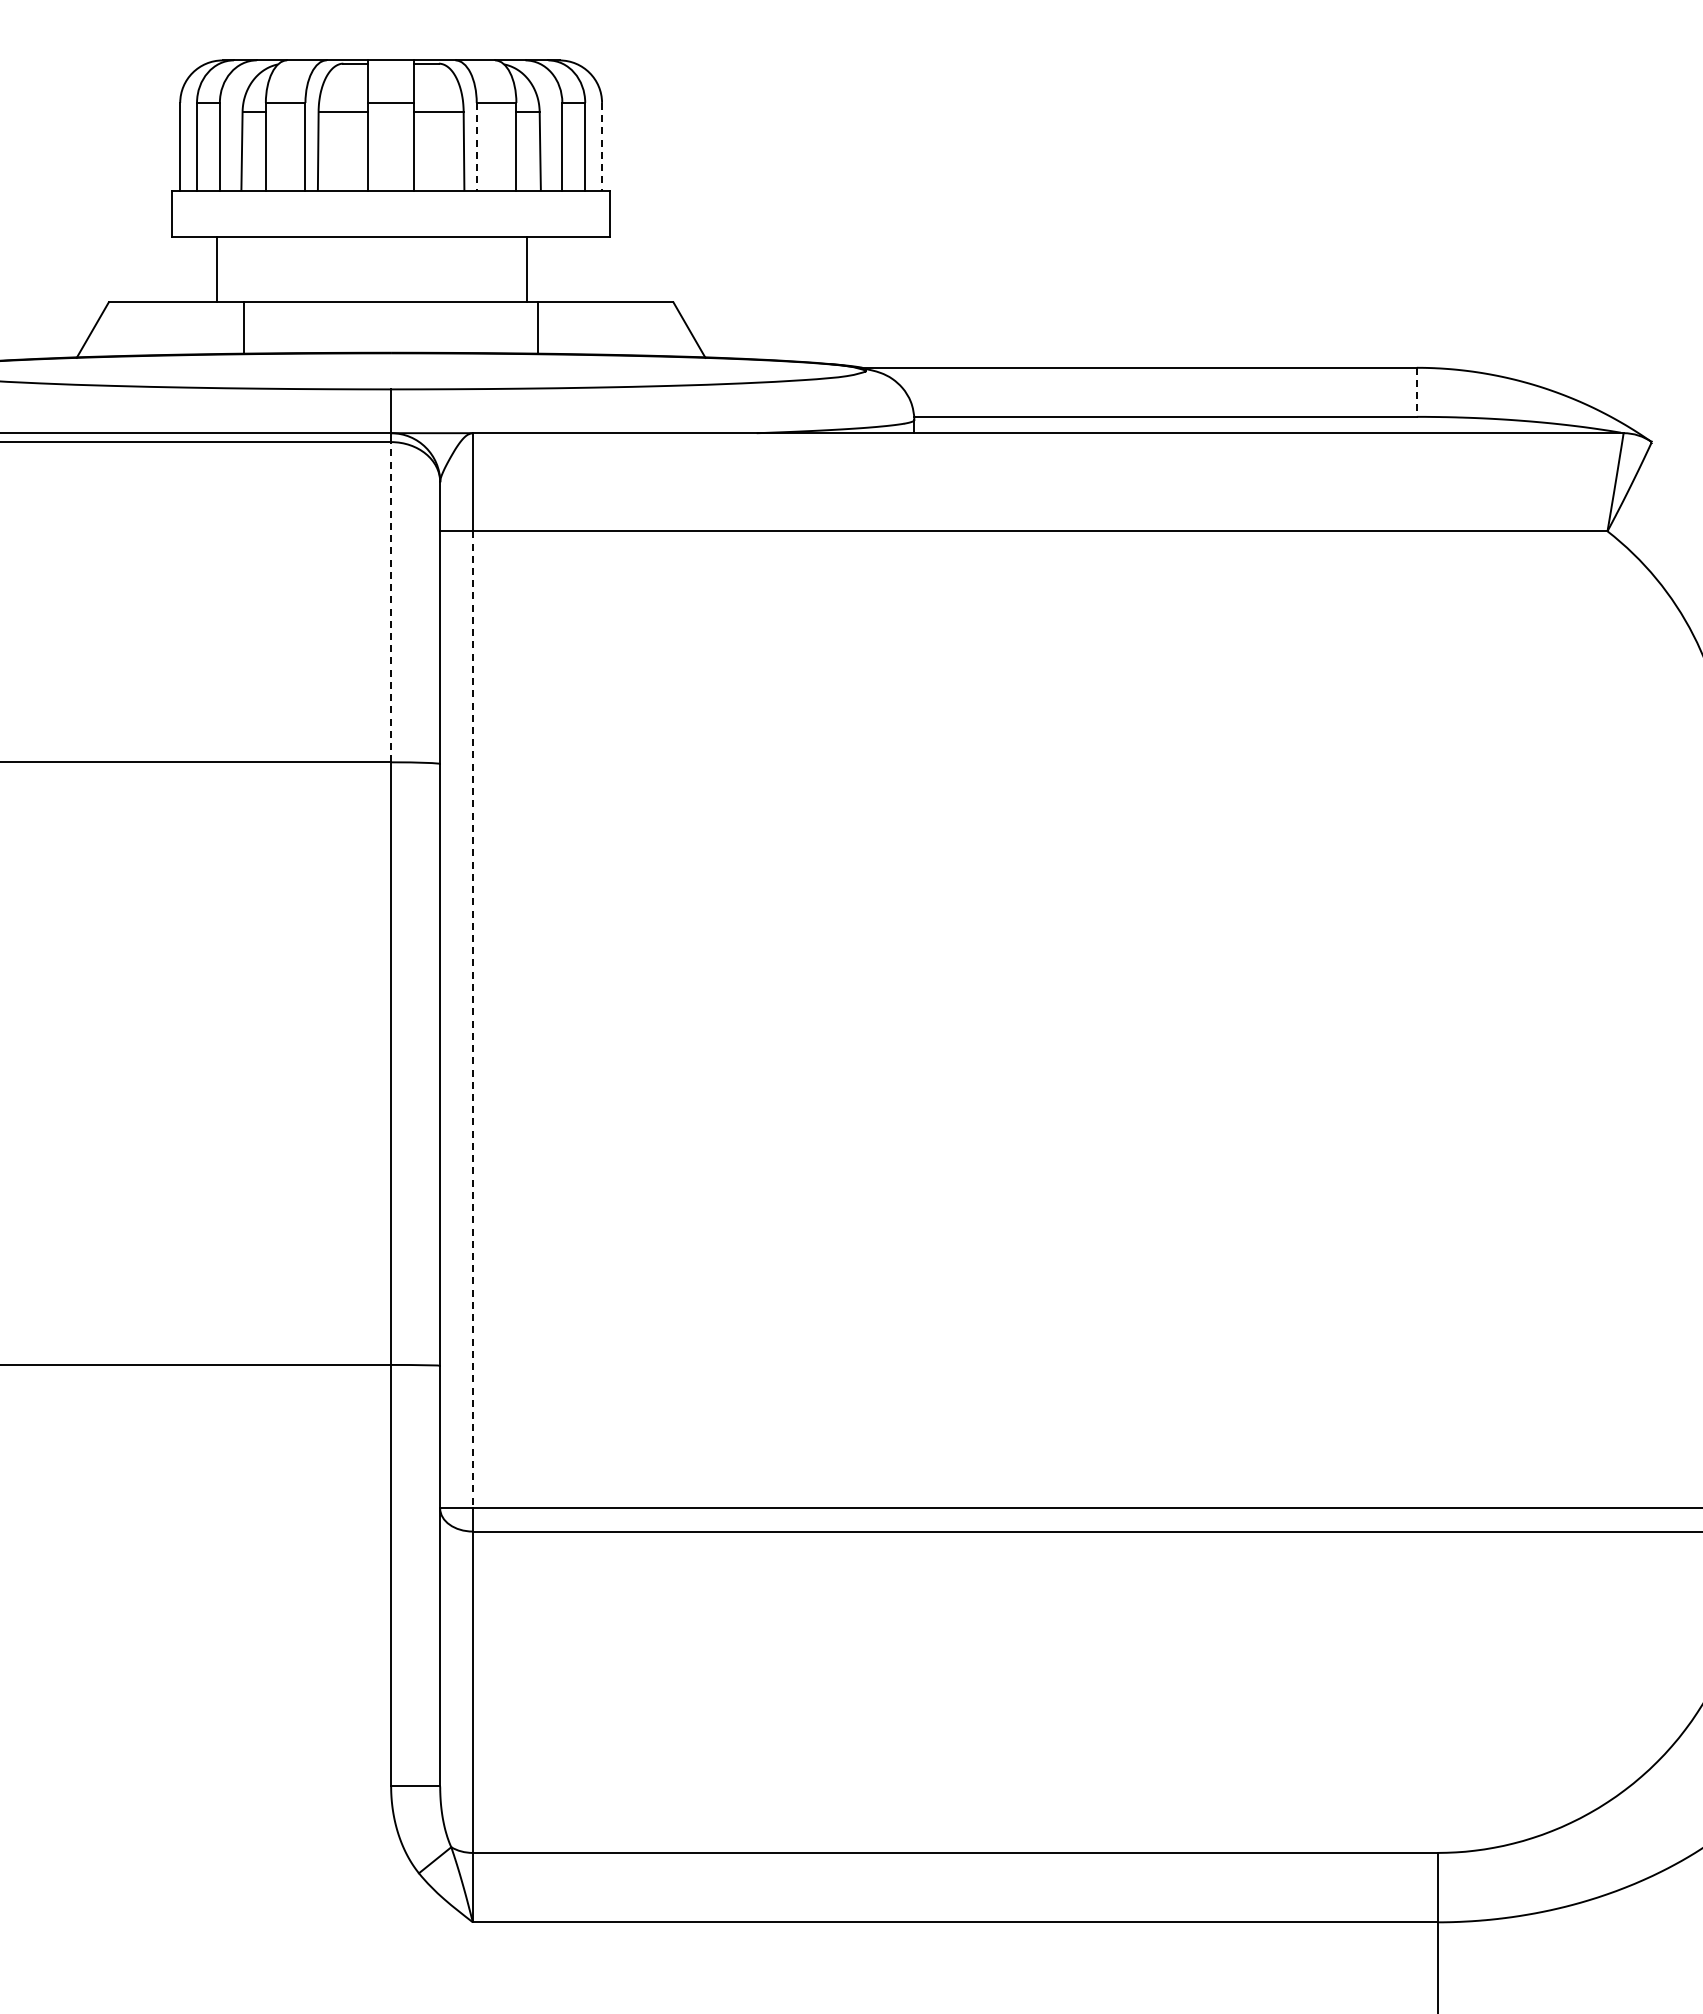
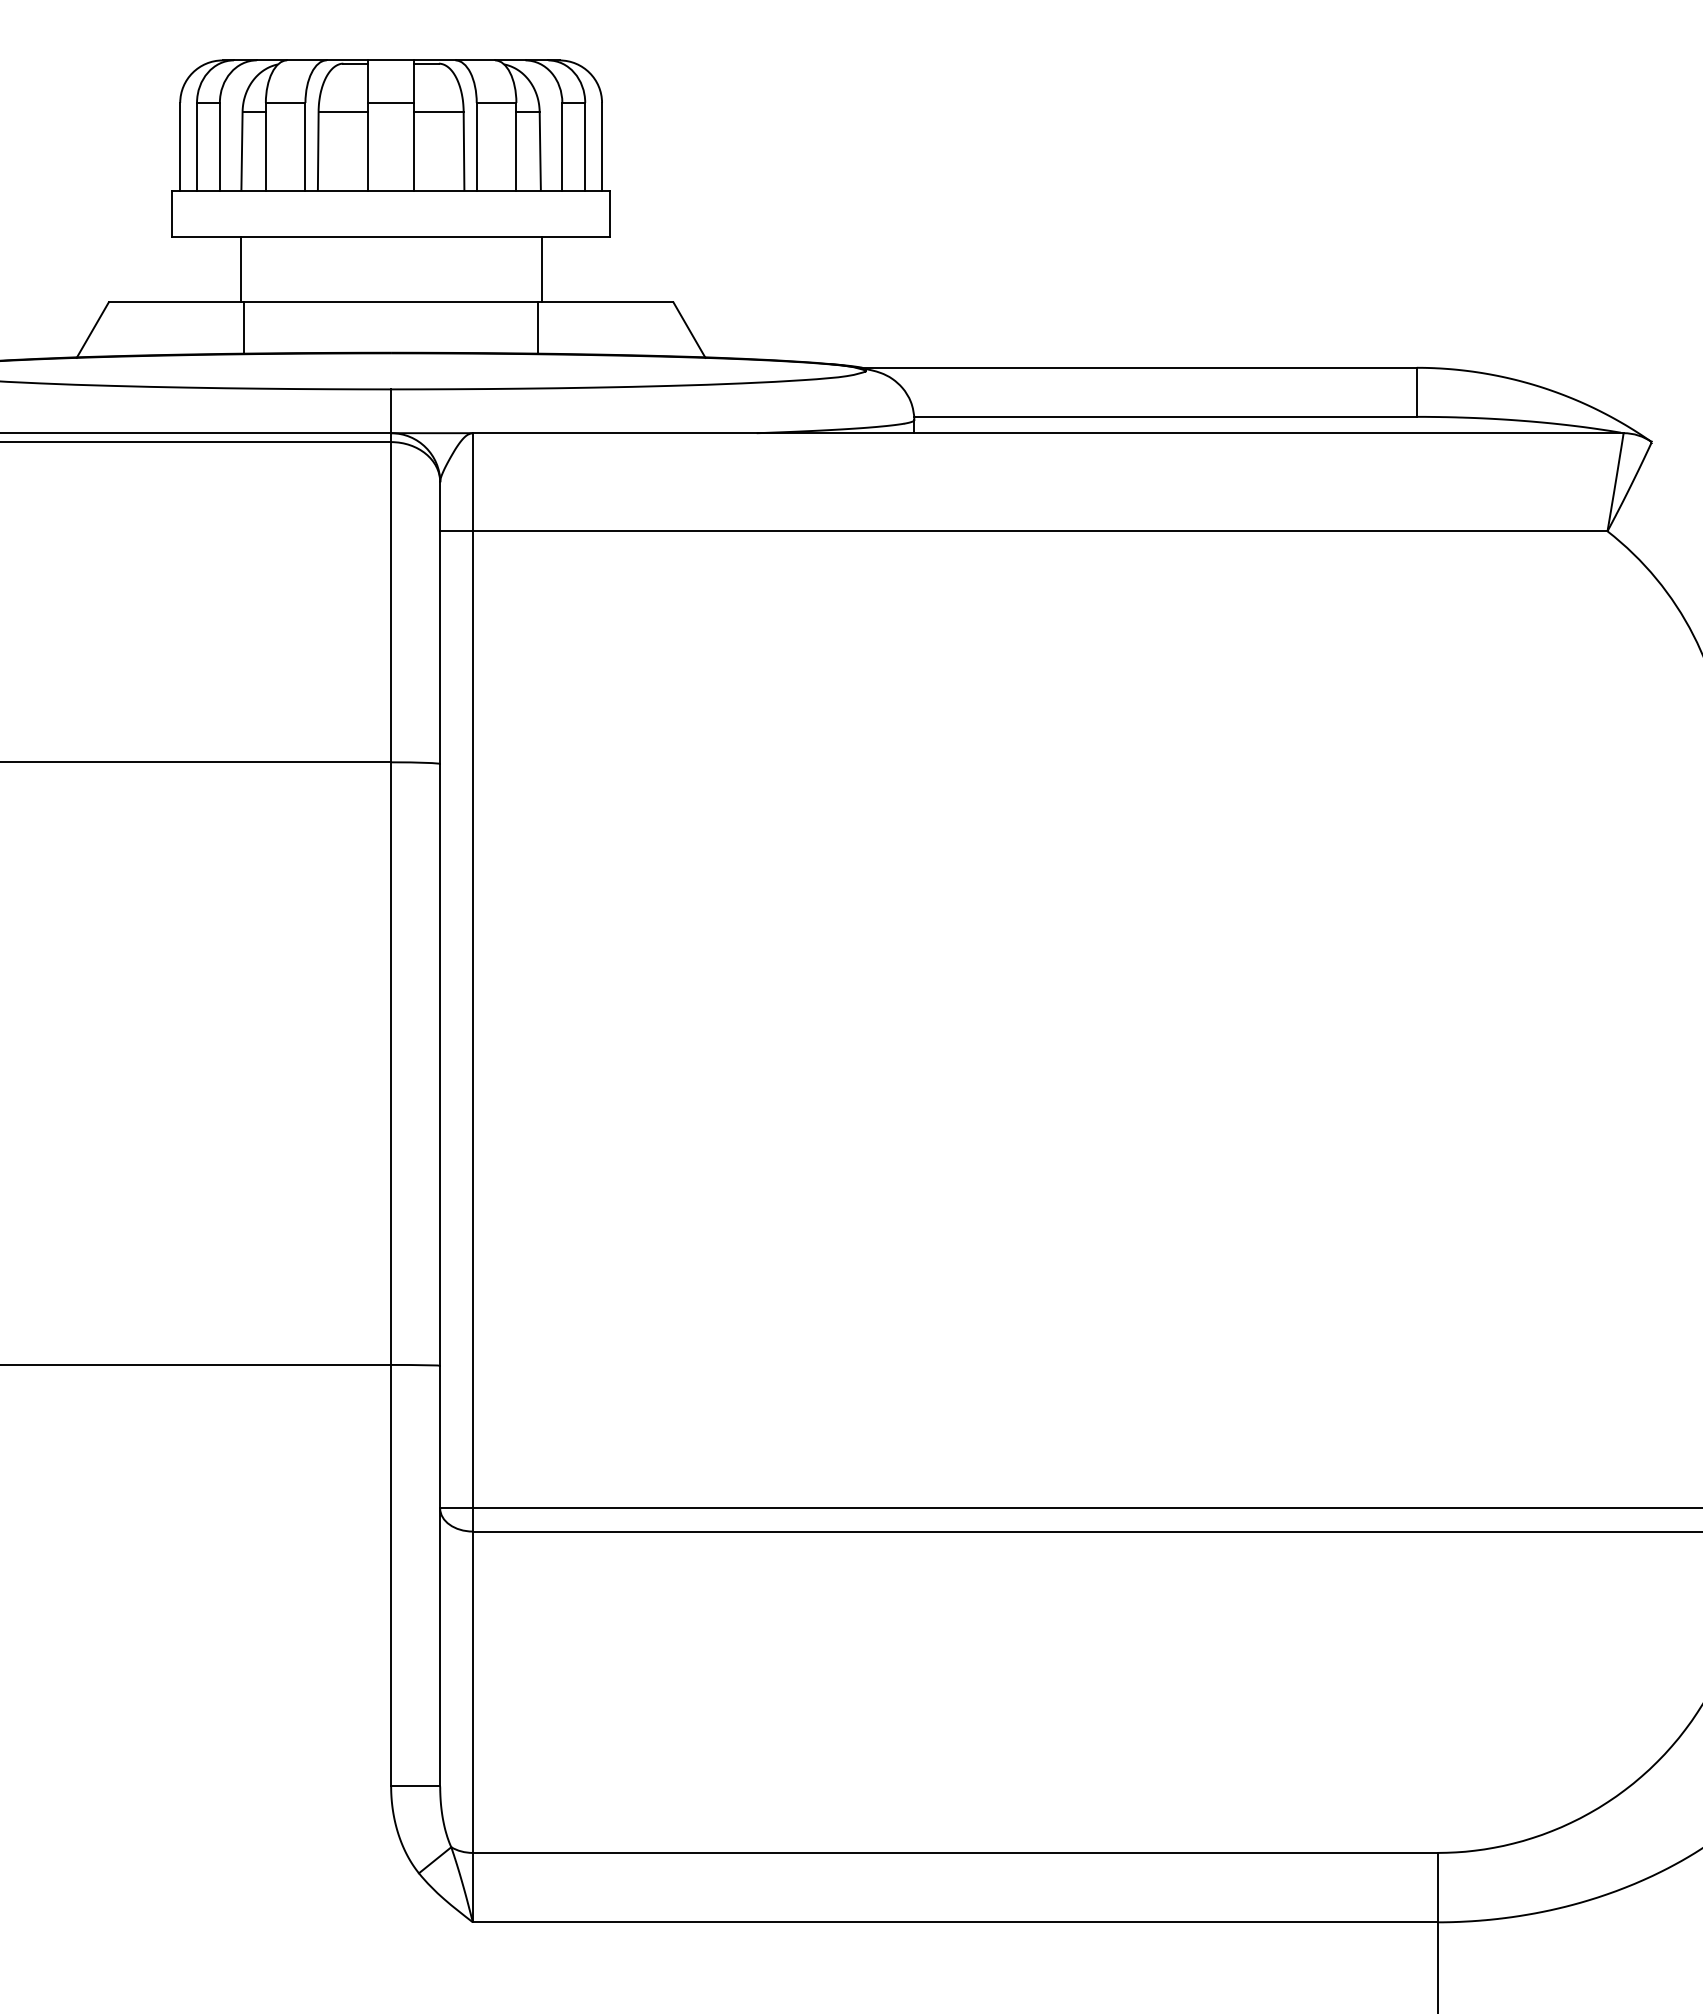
line at (476, 147): dashed -> solid
line at (602, 147): dashed -> solid
line at (216, 269) position: (216, 269) -> (240, 269)
line at (526, 269) position: (526, 269) -> (541, 269)
line at (1416, 392): dashed -> solid
line at (391, 601): dashed -> solid
line at (472, 1019): dashed -> solid
